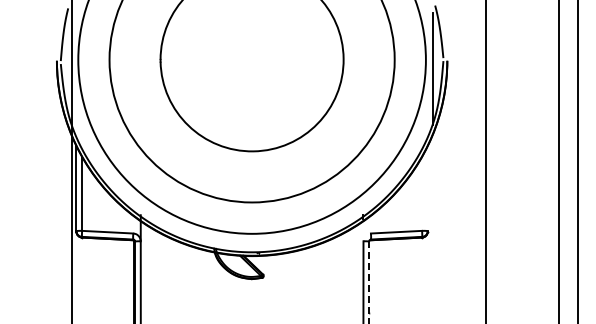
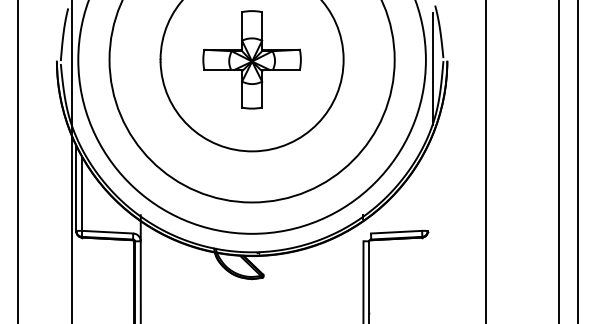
part at (251, 59): none -> present
line at (17, 161): none -> present
line at (369, 282): dashed -> solid
